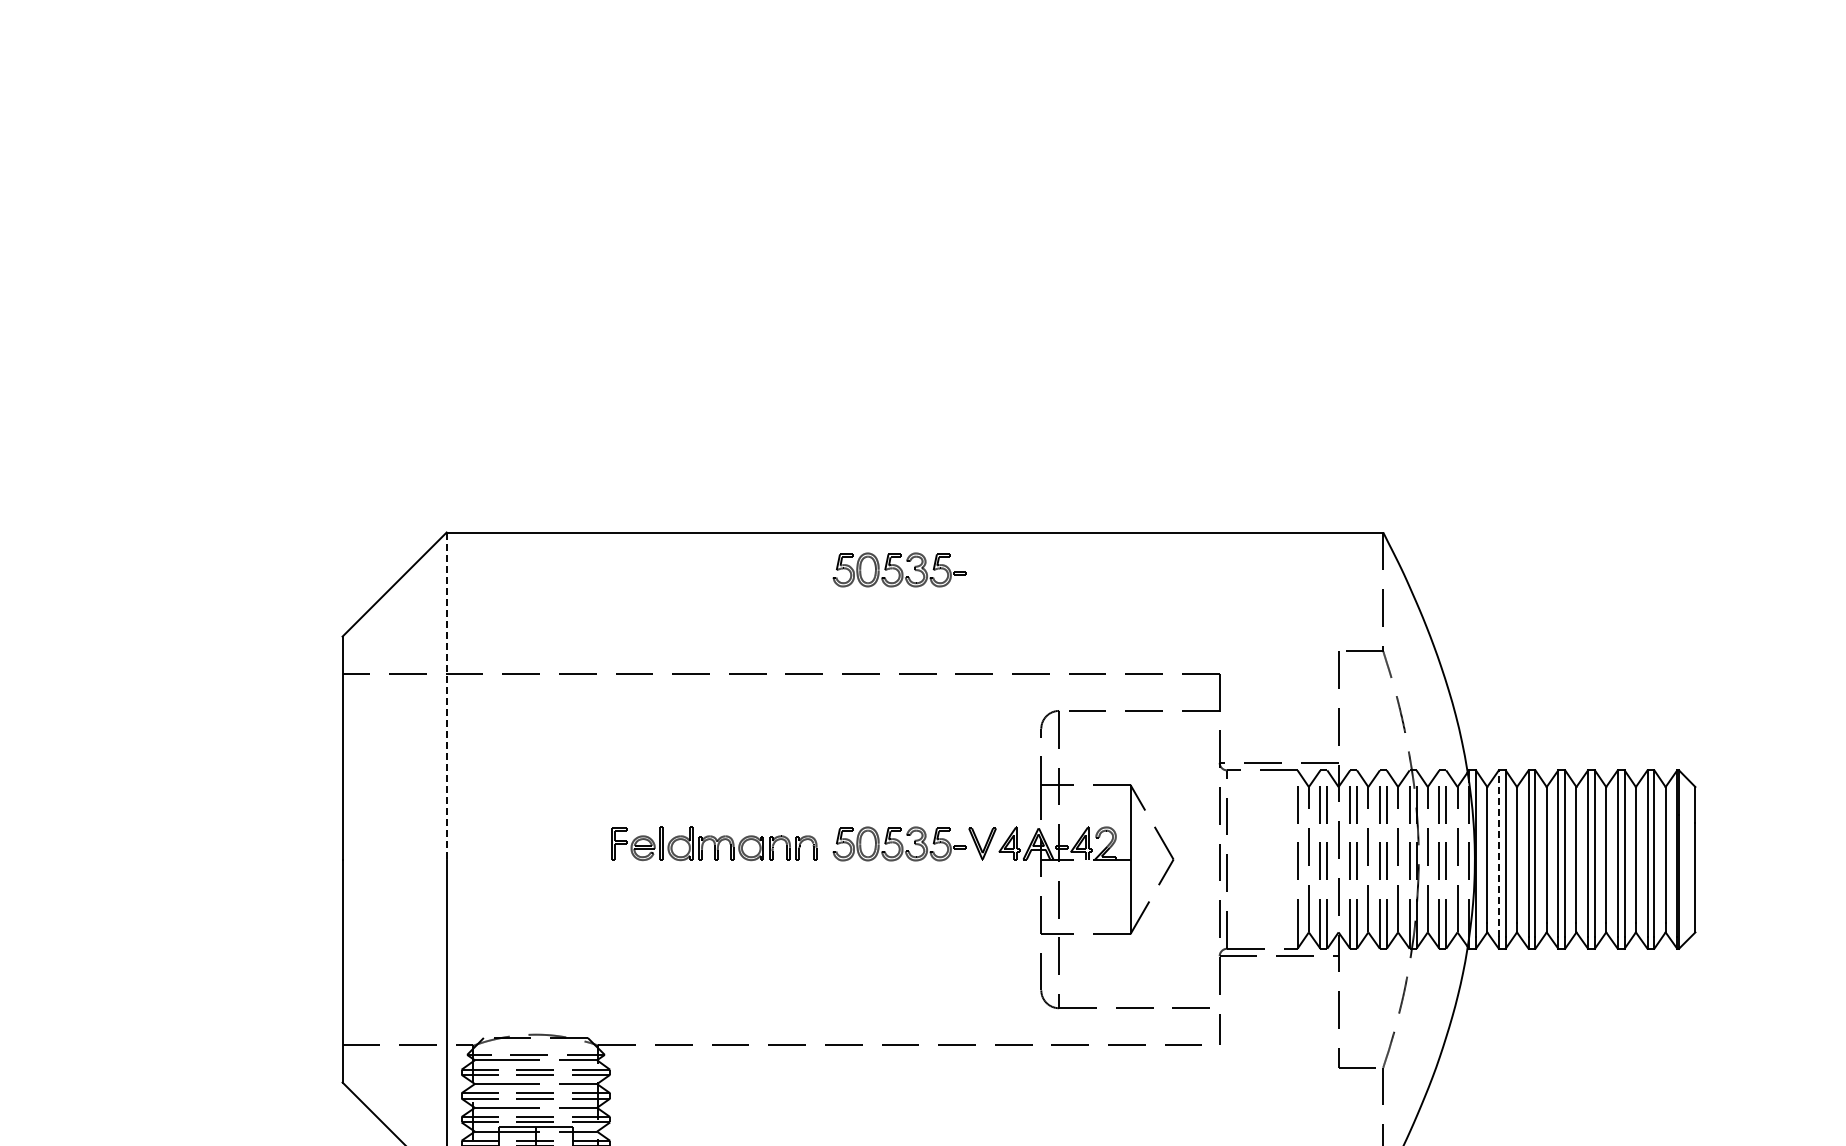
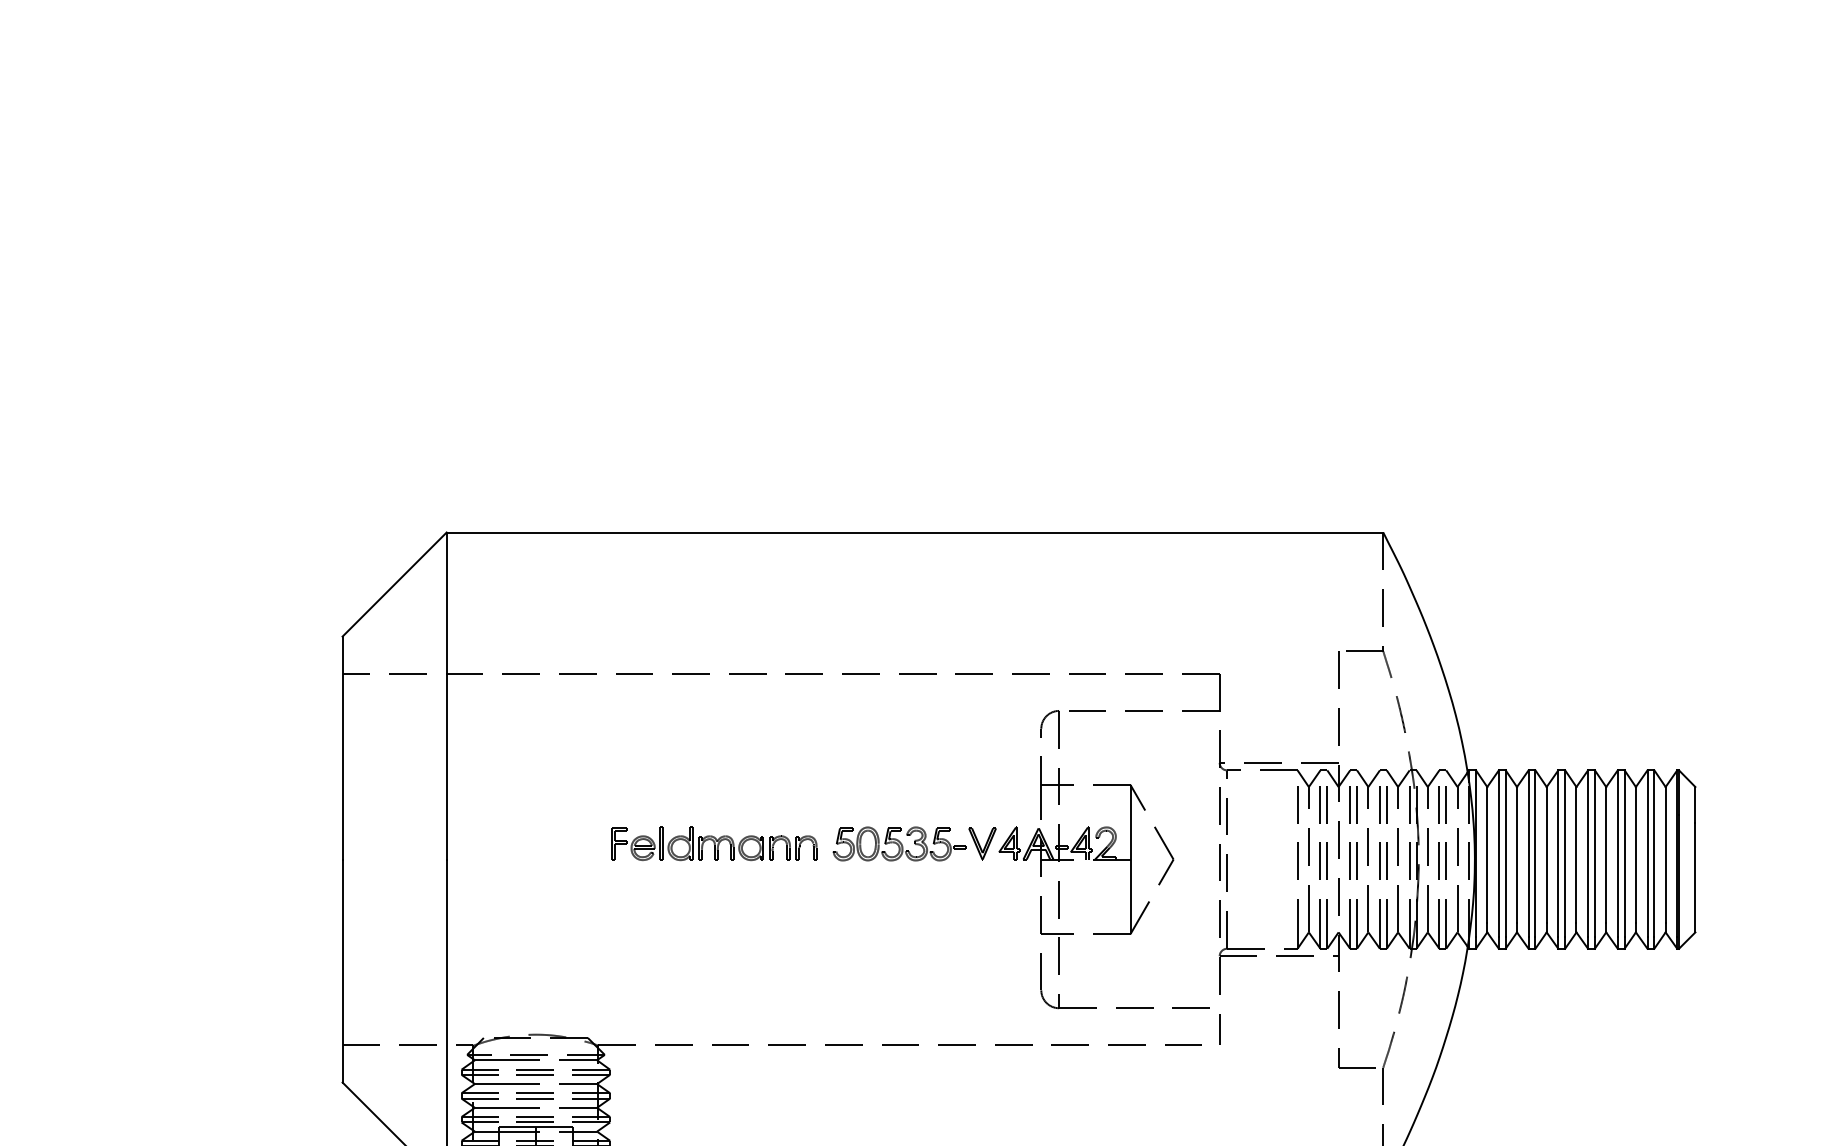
part at (899, 569): present -> none
line at (446, 696): dashed -> solid
line at (1498, 853): dashed -> solid
